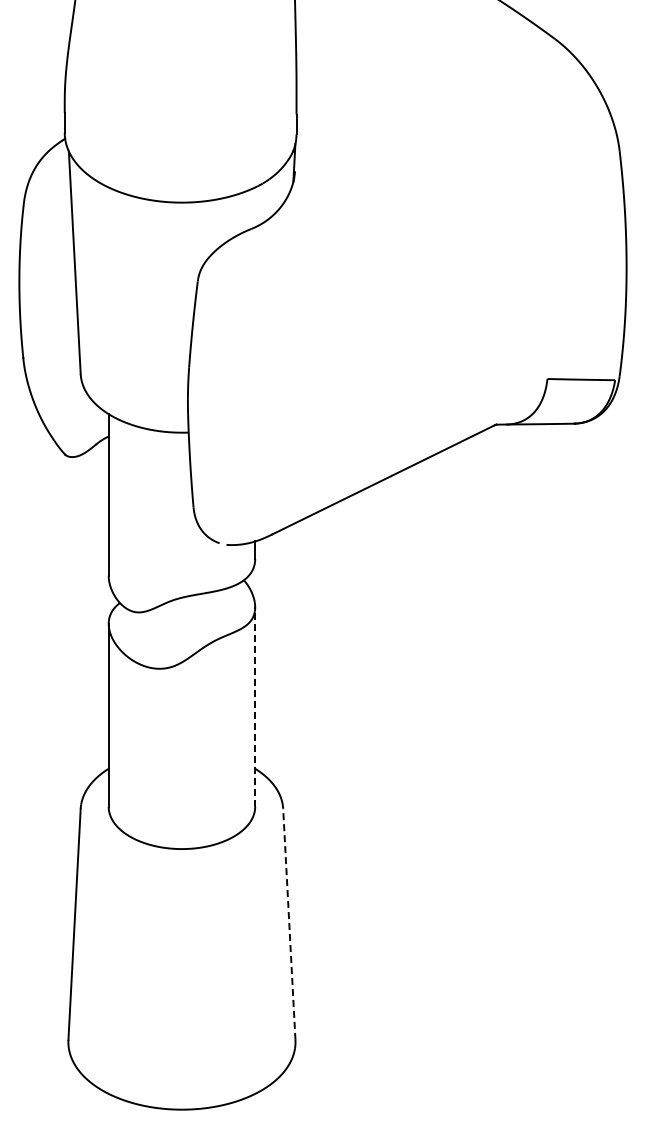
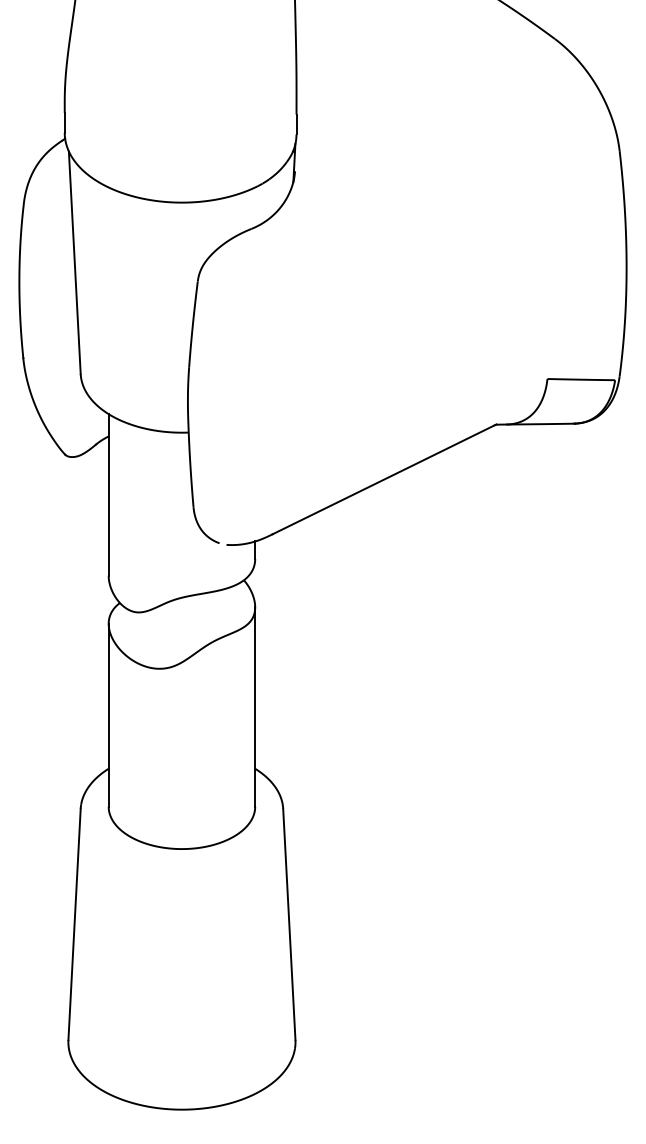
line at (255, 707): dashed -> solid
line at (289, 924): dashed -> solid
